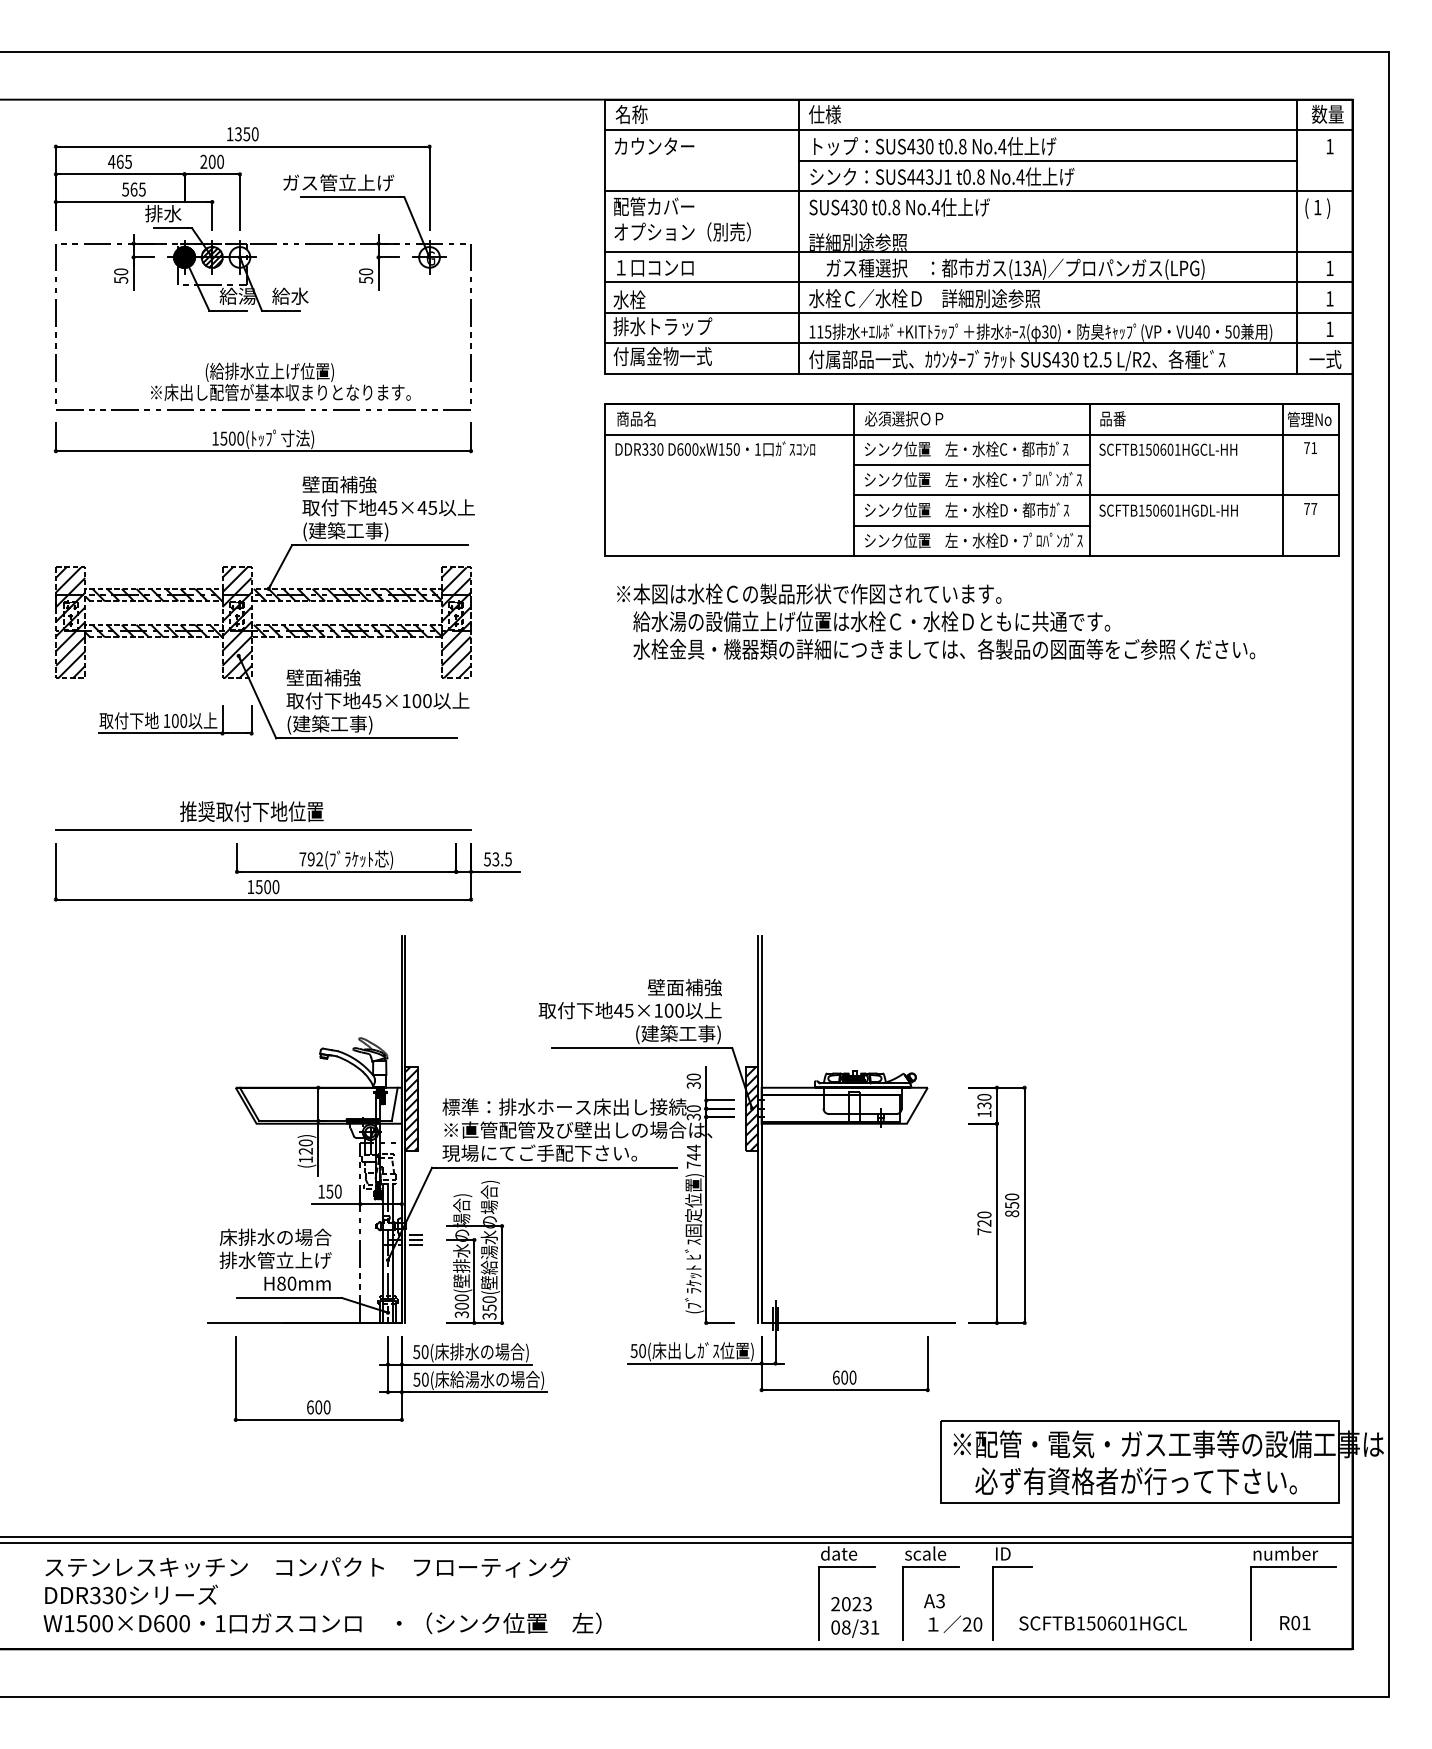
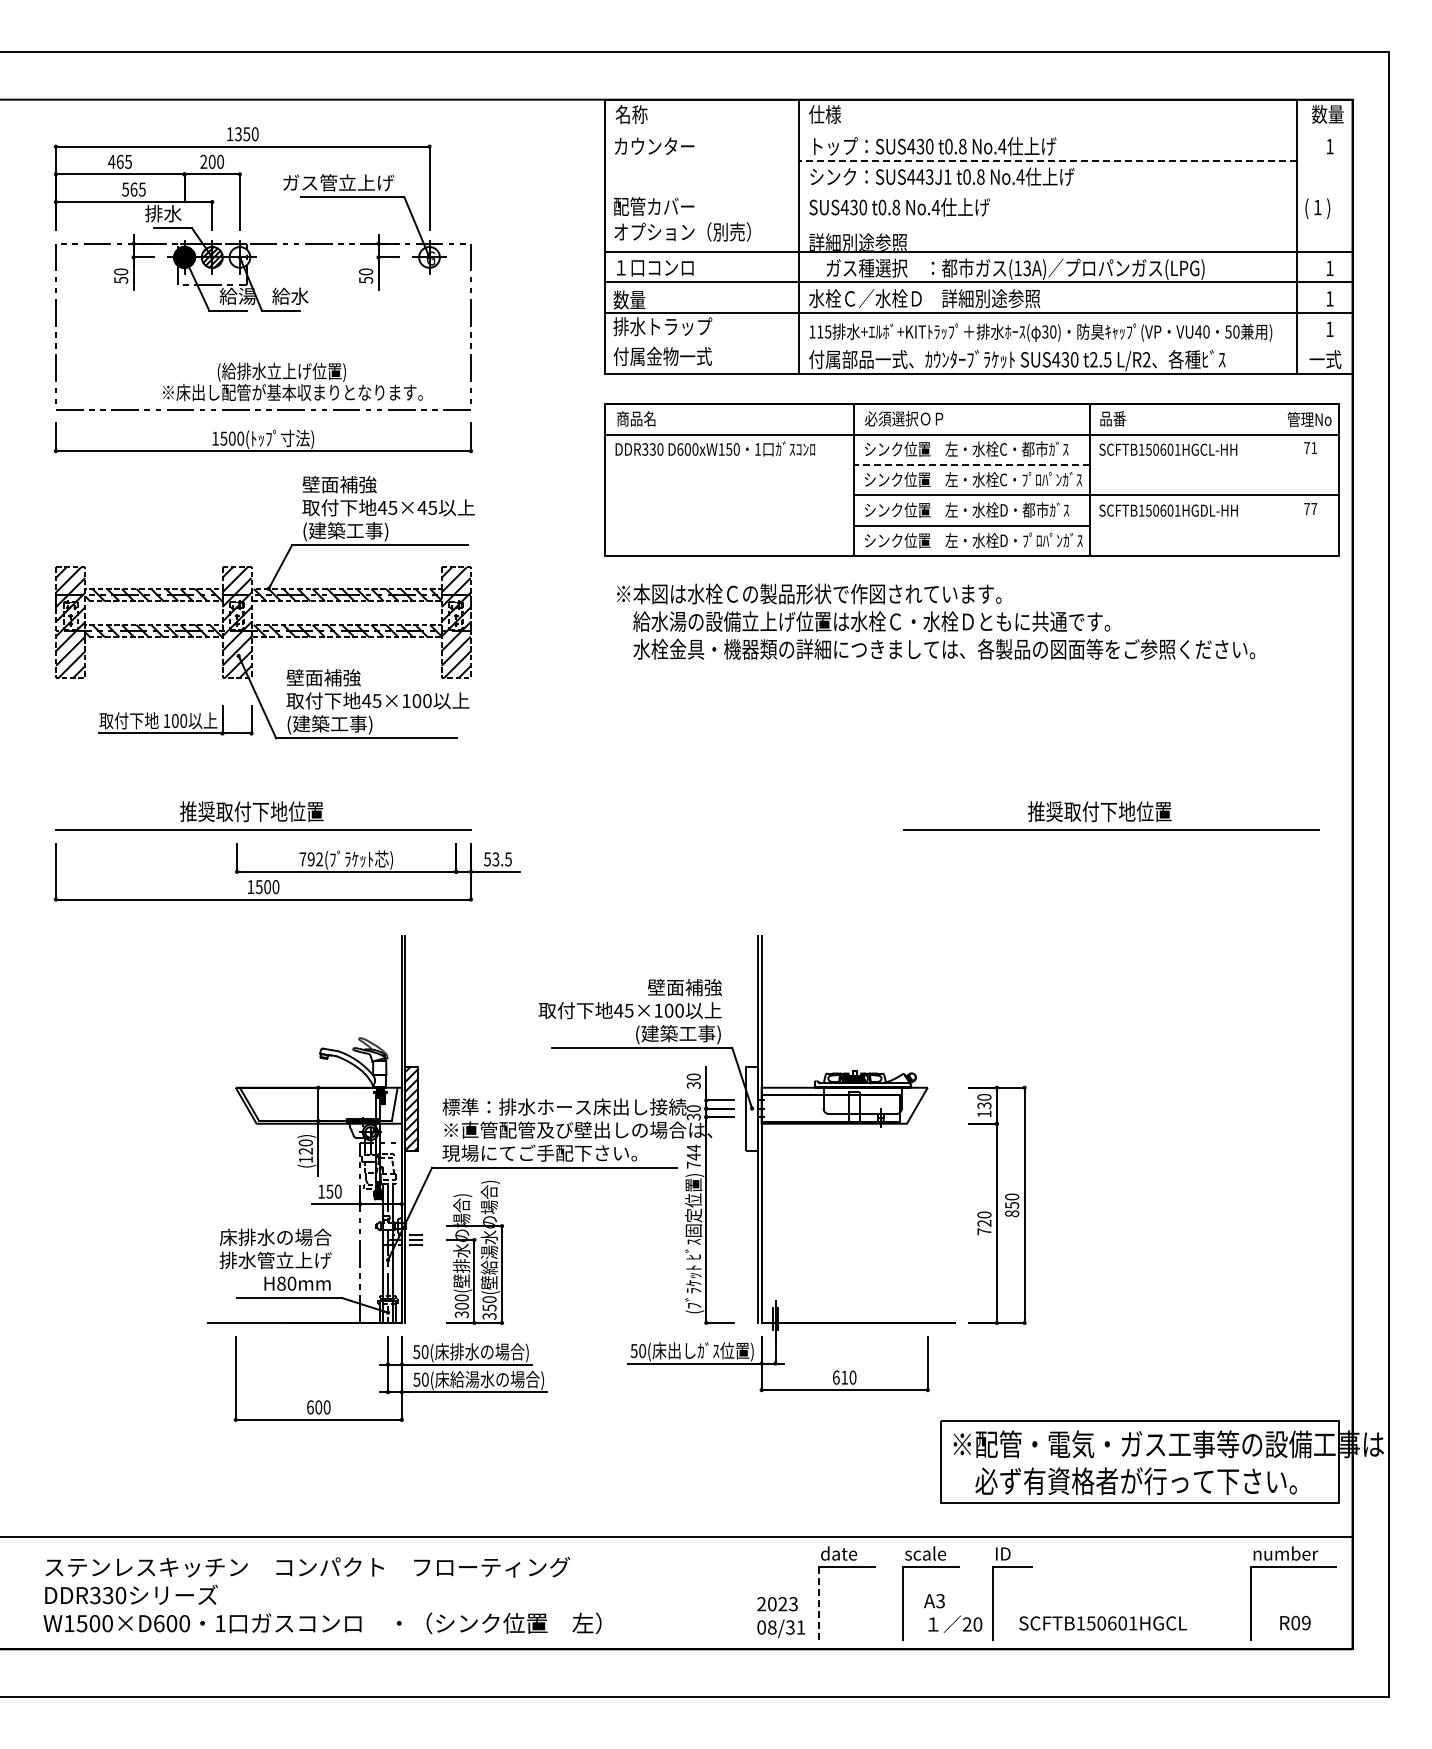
line at (978, 130): present -> none
line at (1047, 160): solid -> dashed
line at (978, 191): present -> none
text at (629, 299): 水栓 -> 数量
line at (978, 343): present -> none
text at (280, 381) position: (280, 381) -> (292, 381)
line at (971, 465): solid -> dashed
line at (1283, 480): present -> none
part at (1111, 815): none -> present
hatch at (751, 1108): present -> none
text at (844, 1377): 600 -> 610
line at (677, 1542): present -> none
line at (819, 1603): solid -> dashed
text at (855, 1617) position: (855, 1617) -> (781, 1617)
text at (1306, 1622): R01 -> R09
